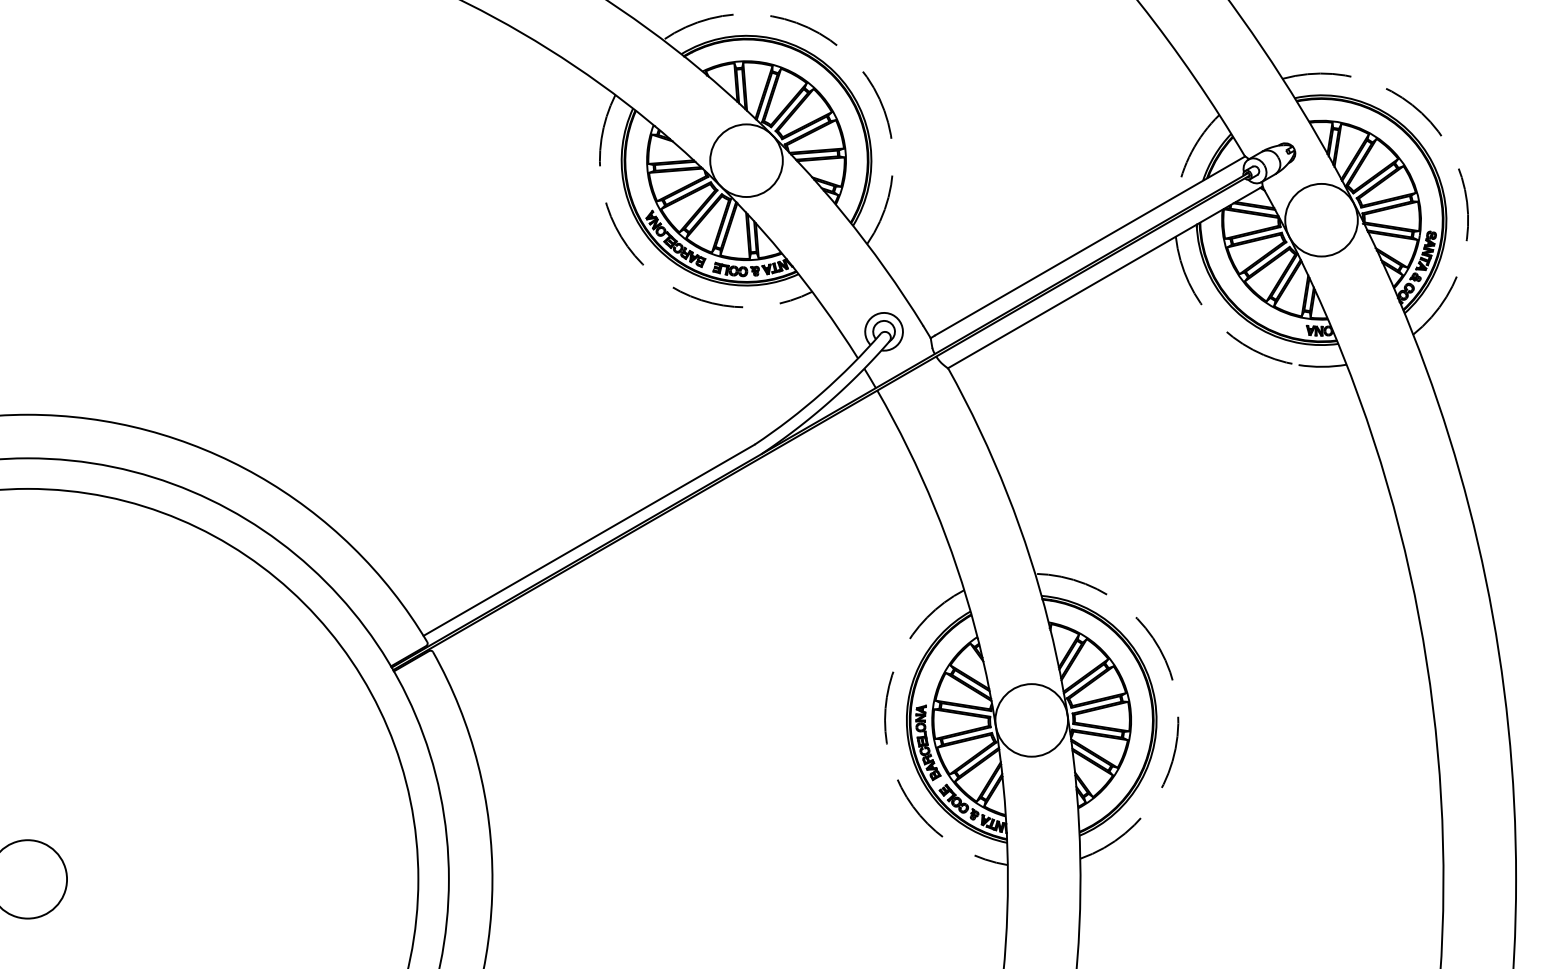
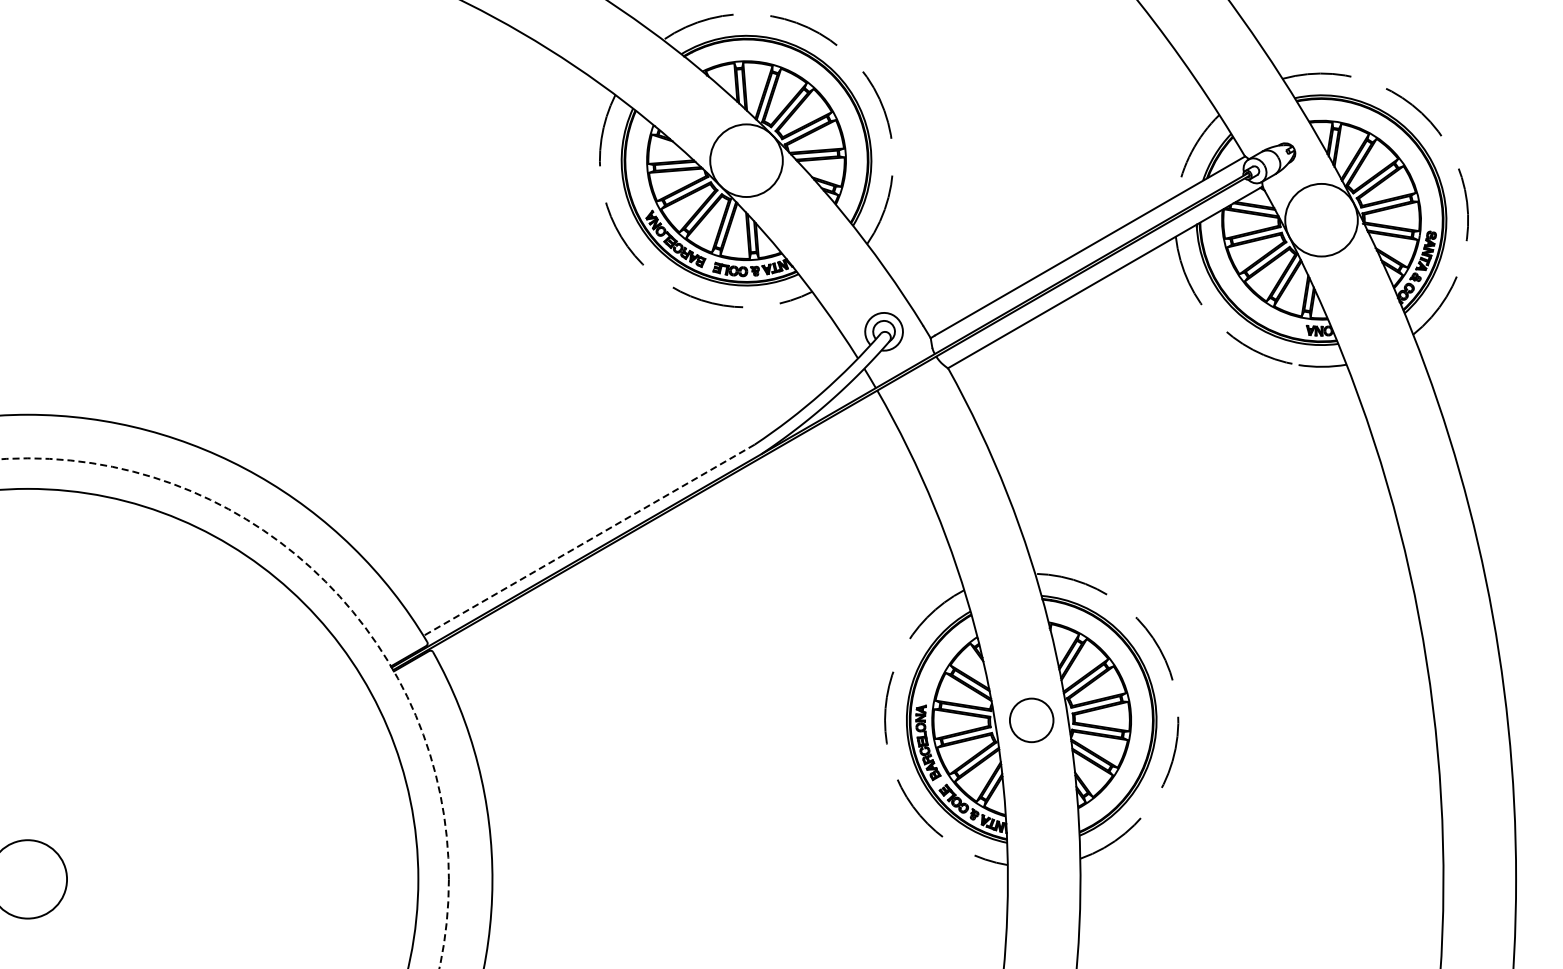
line at (588, 540): solid -> dashed
circle at (224, 713): solid -> dashed
circle at (1031, 720) diameter: 73 px -> 44 px
